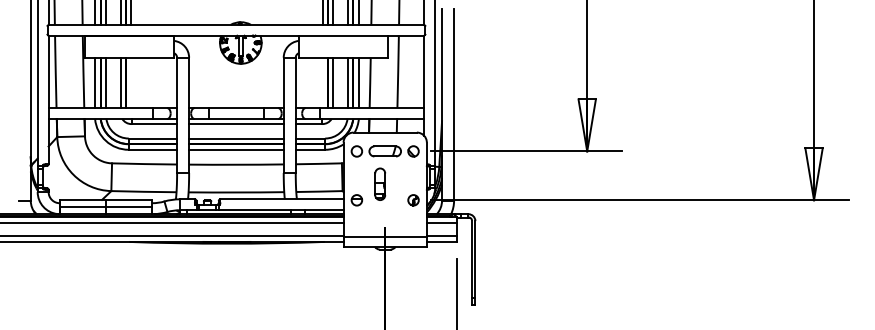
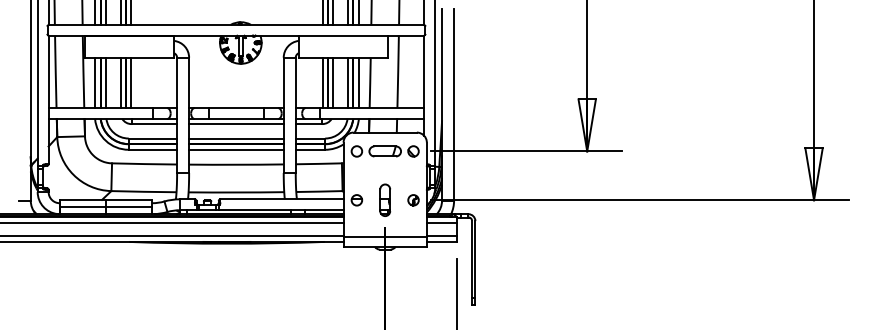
line at (131, 82): none -> present
line at (322, 82): none -> present
part at (380, 183) position: (380, 183) -> (385, 199)
